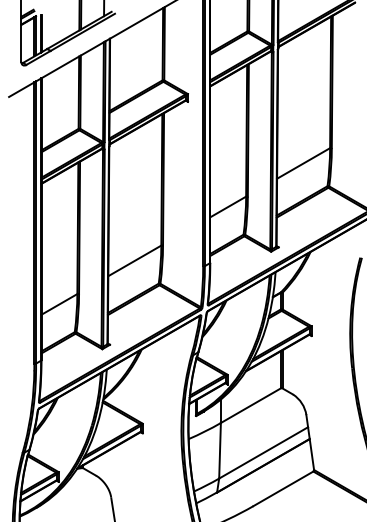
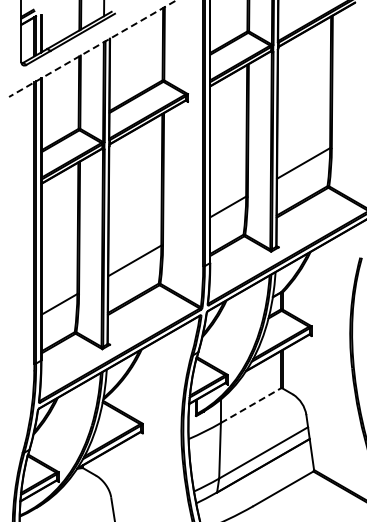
line at (93, 48): solid -> dashed
line at (250, 405): solid -> dashed
